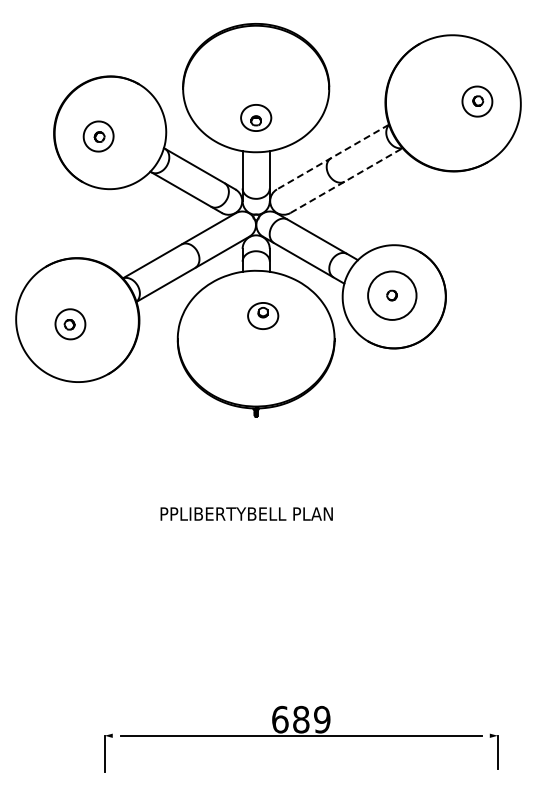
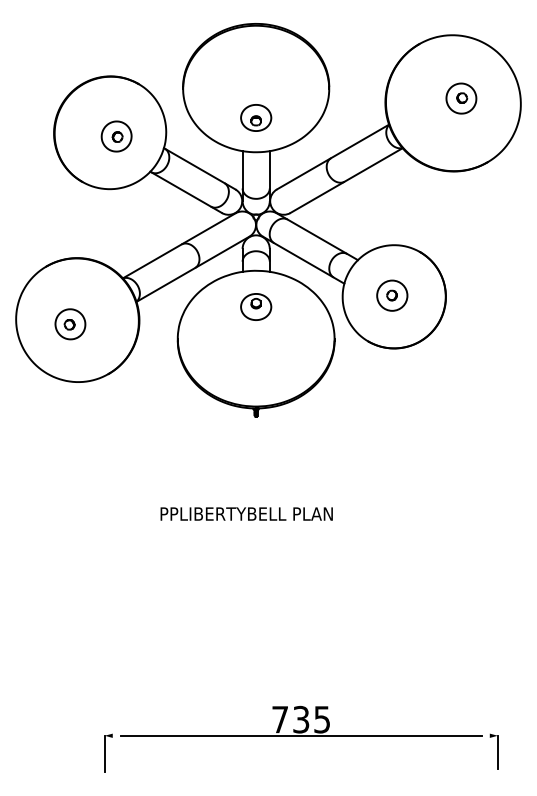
part at (477, 101) position: (477, 101) -> (461, 98)
part at (98, 136) position: (98, 136) -> (116, 136)
line at (333, 157): dashed -> solid
line at (346, 180): dashed -> solid
circle at (392, 295) diameter: 48 px -> 30 px
part at (263, 315) position: (263, 315) -> (256, 306)
text at (301, 719): 689 -> 735
